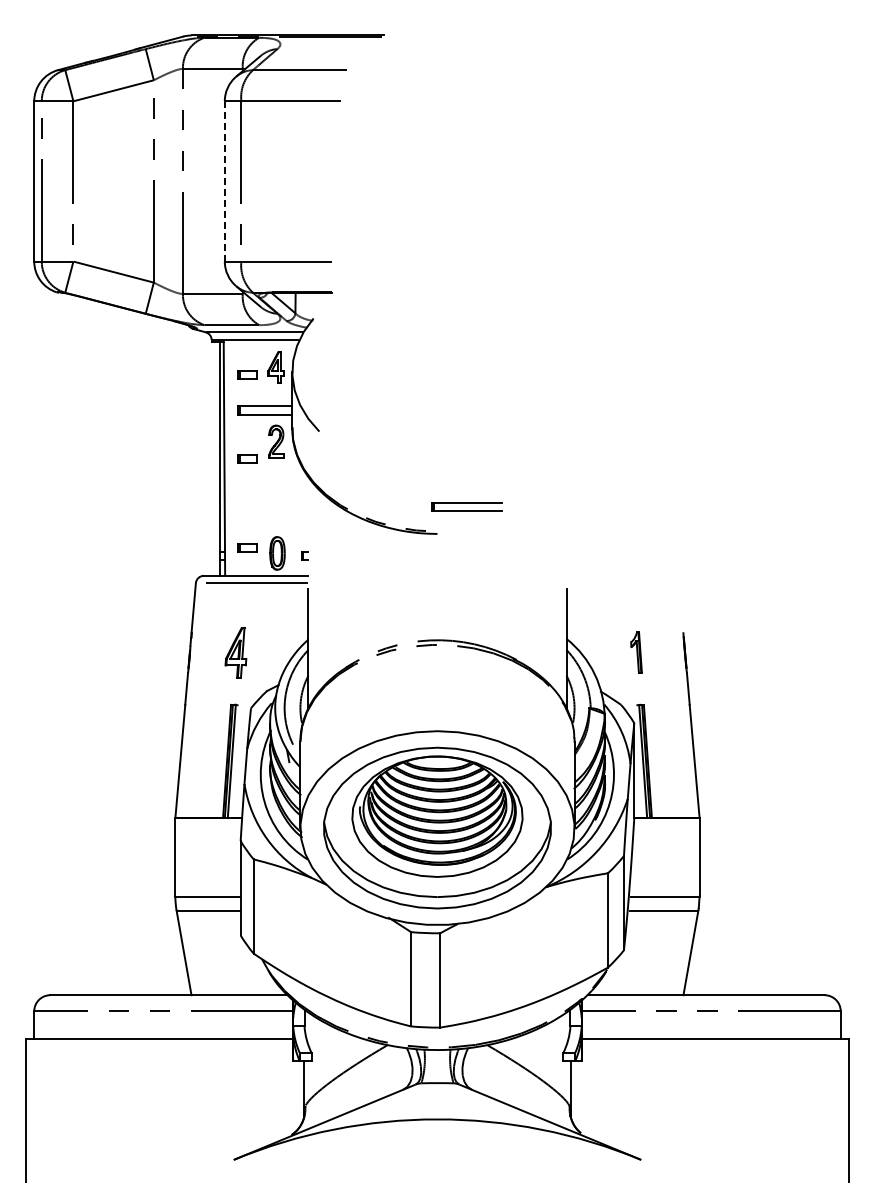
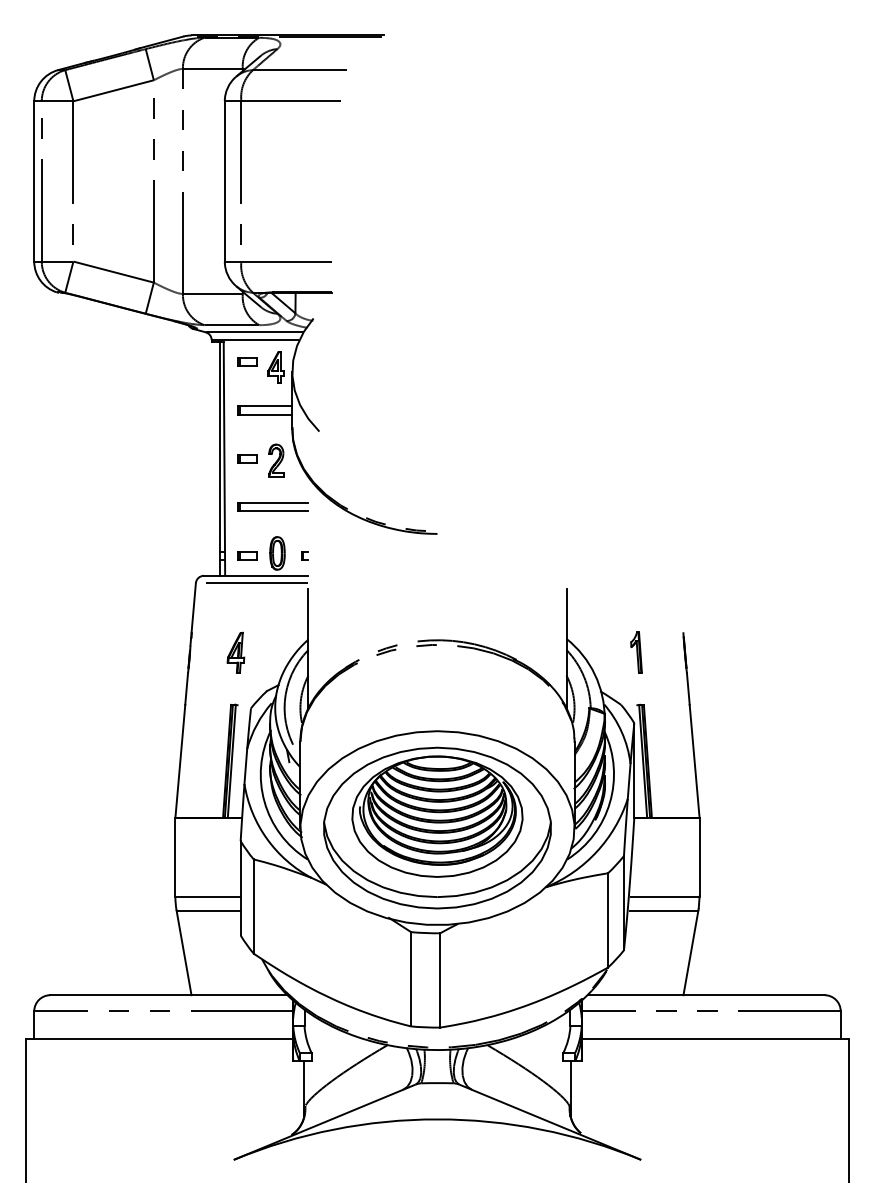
line at (224, 181): dashed -> solid
part at (247, 374) position: (247, 374) -> (247, 361)
part at (276, 441) position: (276, 441) -> (276, 460)
part at (466, 506) position: (466, 506) -> (272, 506)
part at (247, 547) position: (247, 547) -> (247, 555)
part at (235, 652) size: 24x52 px -> 20x43 px
